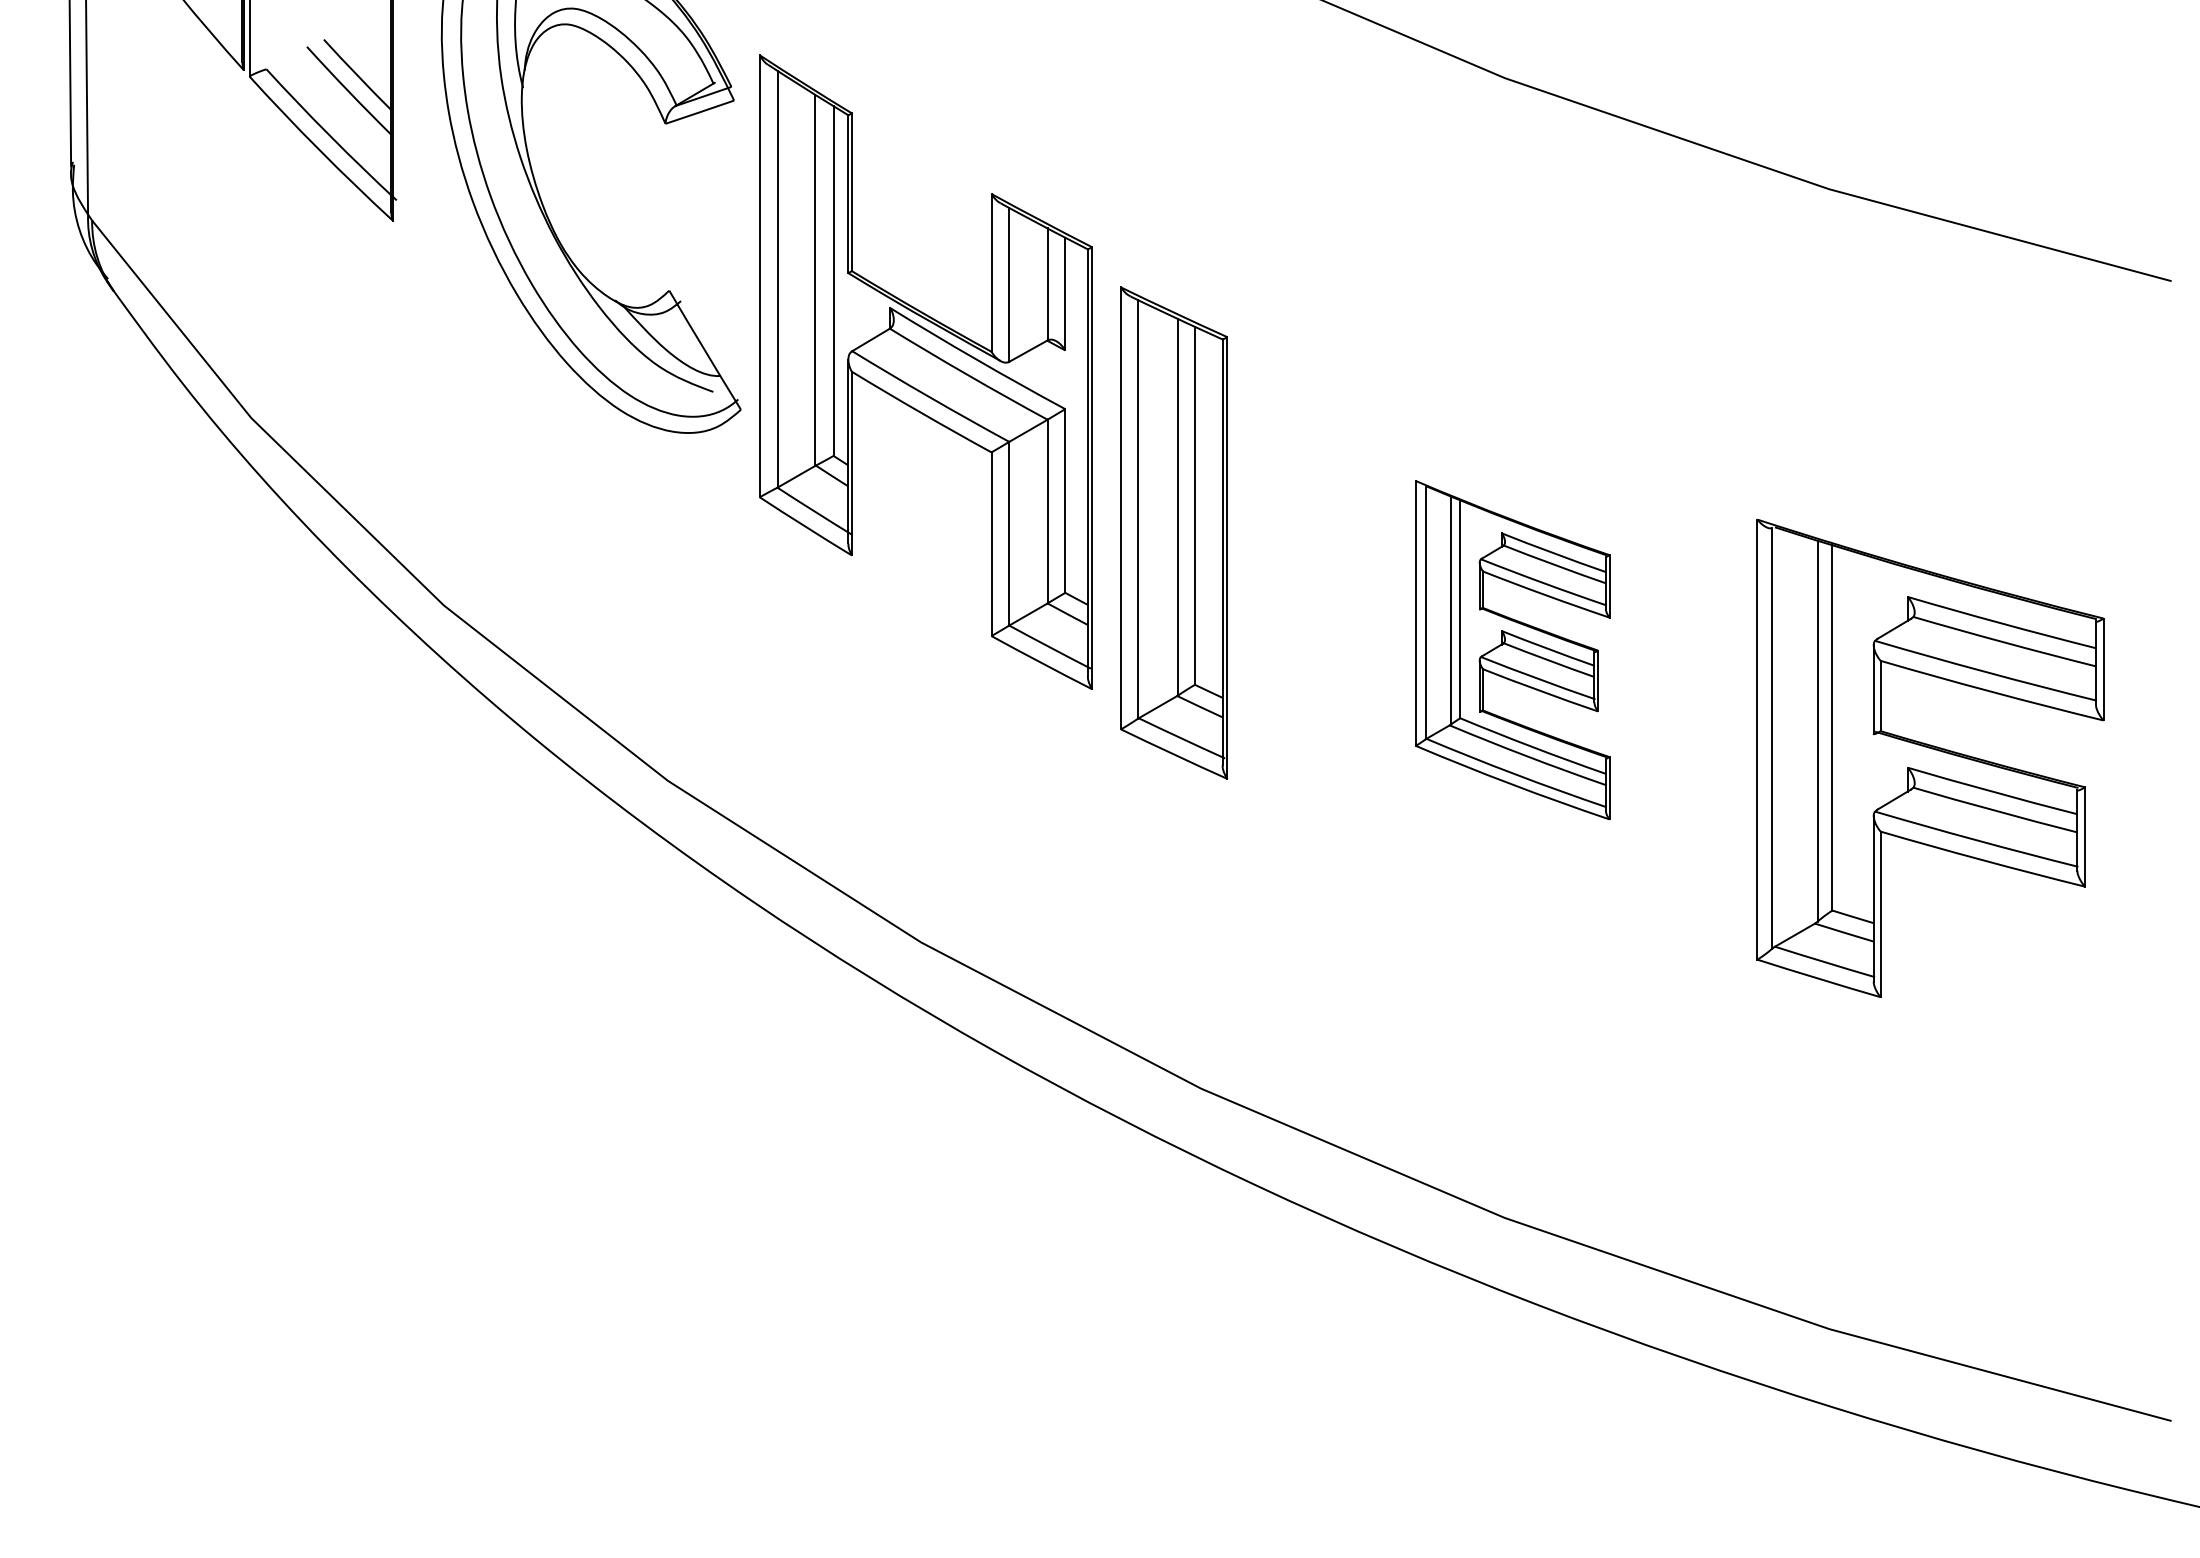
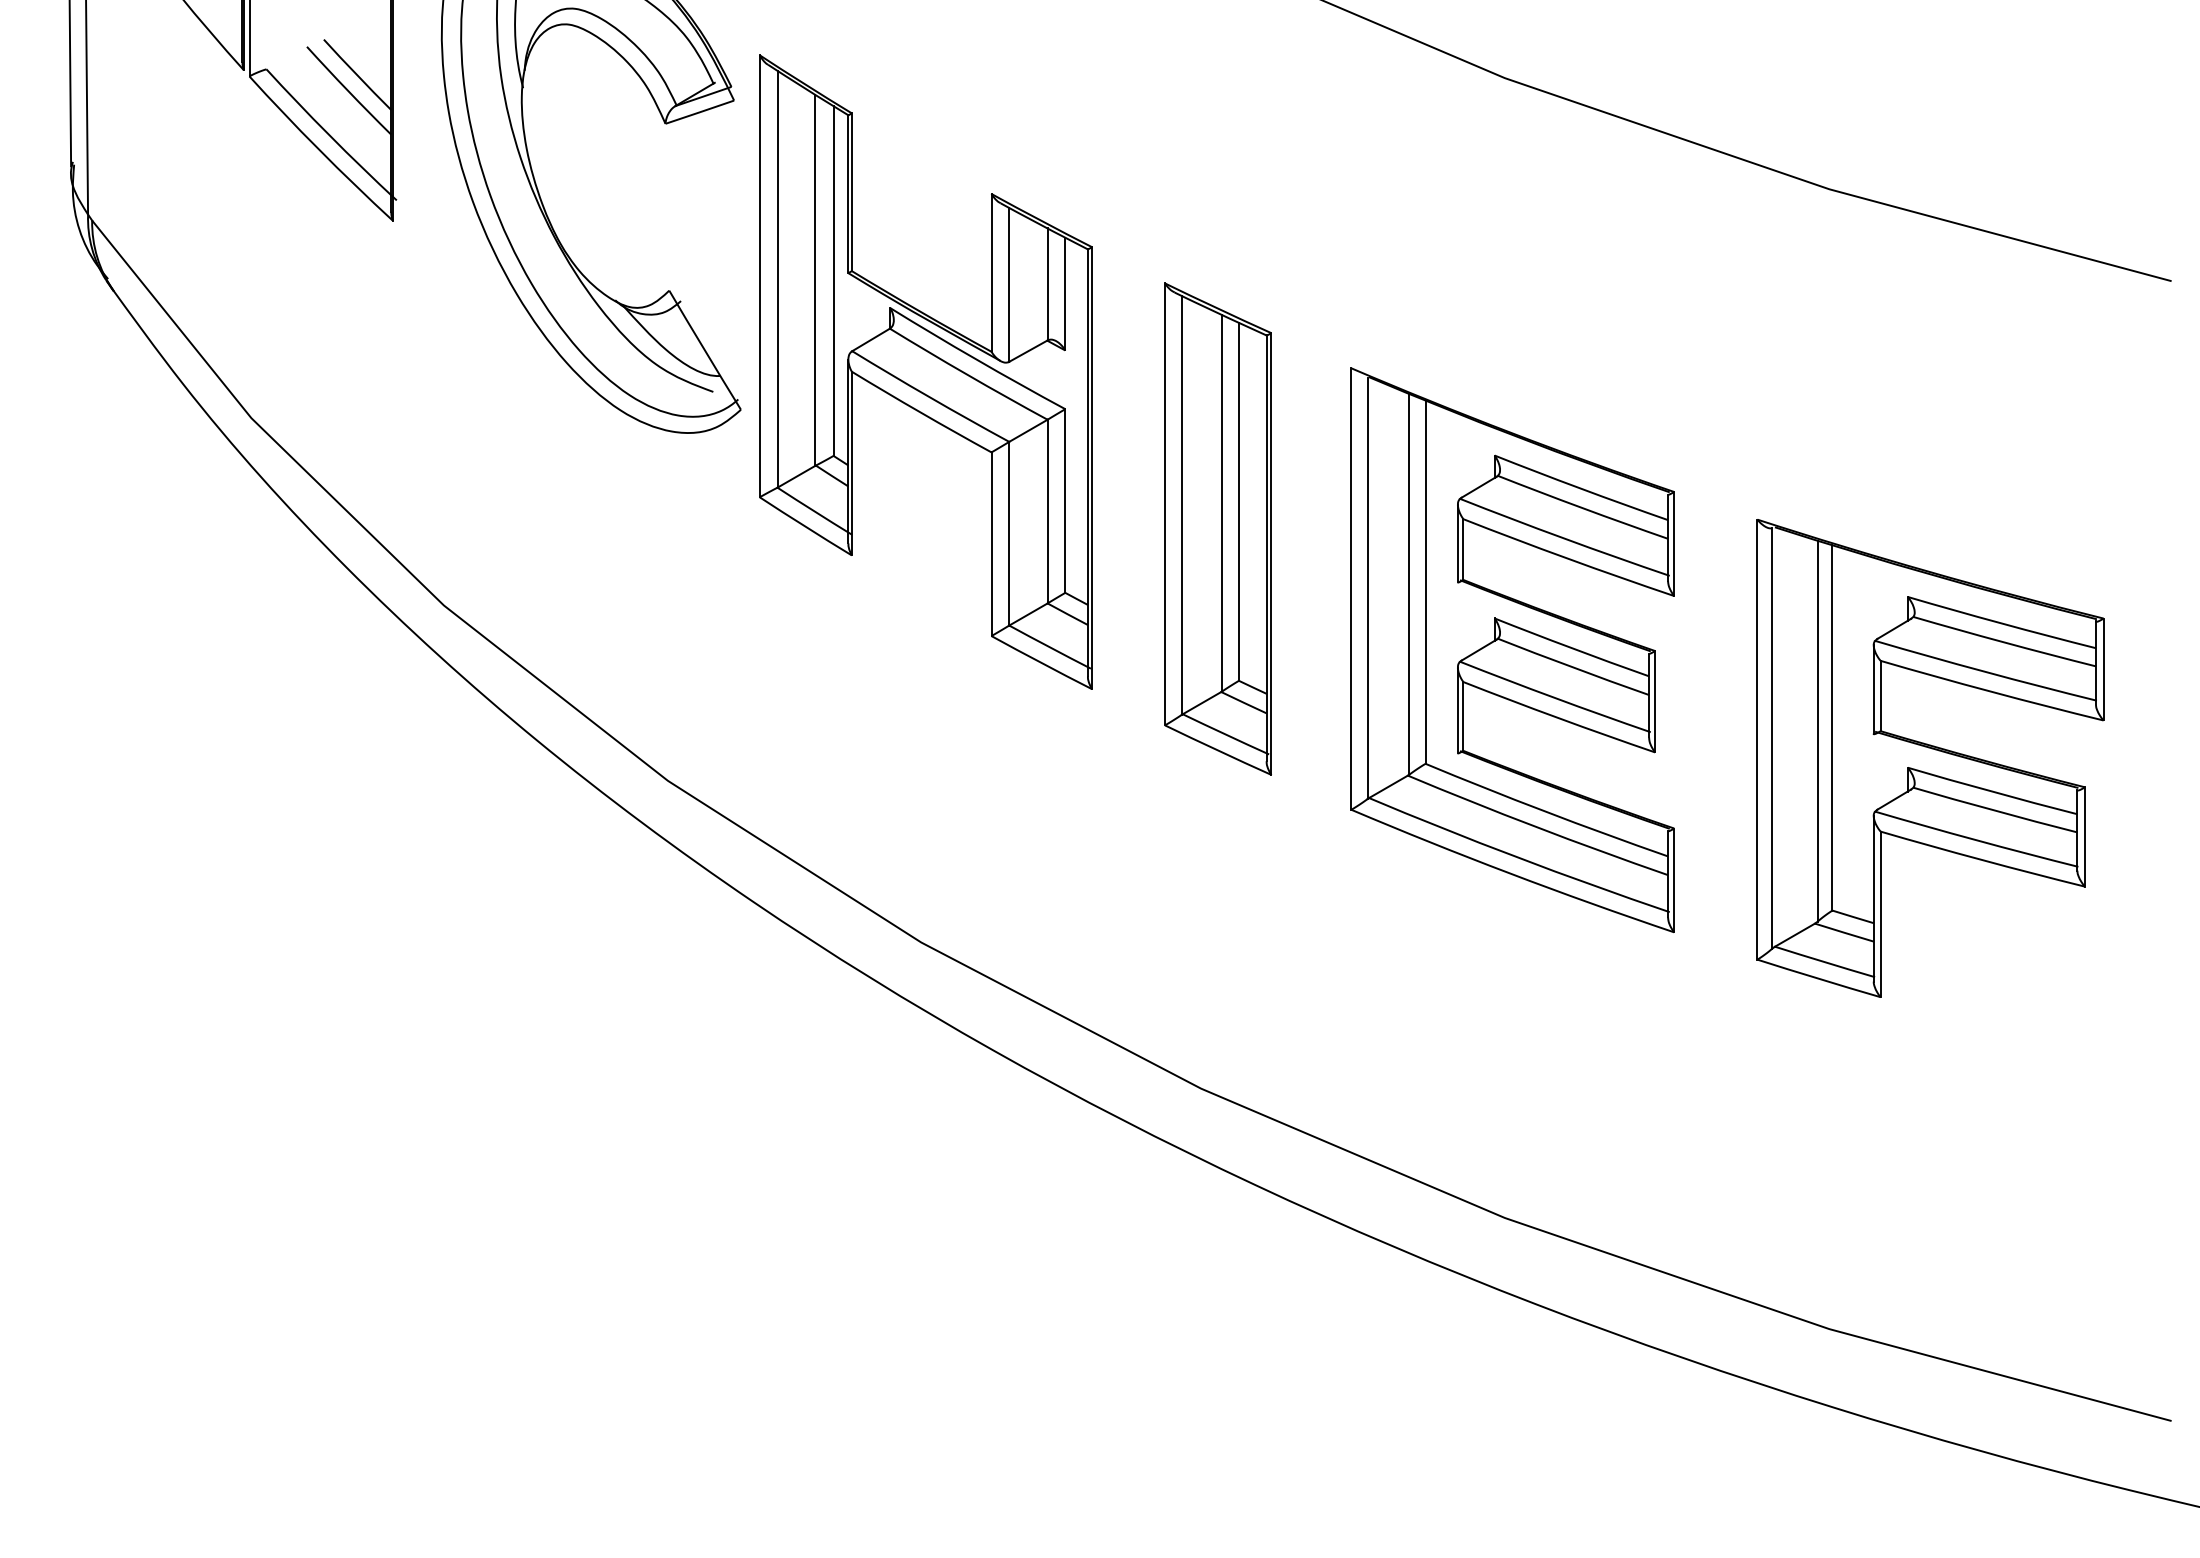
part at (1173, 532) position: (1173, 532) -> (1217, 528)
part at (1512, 649) size: 196x340 px -> 325x566 px
